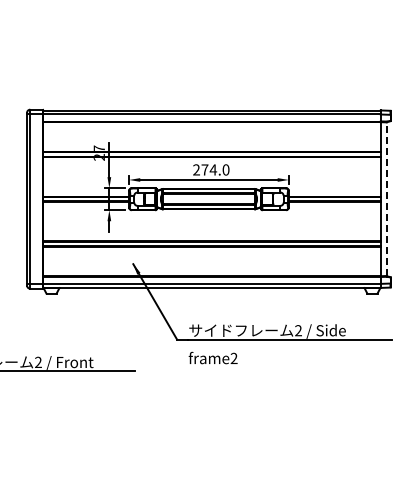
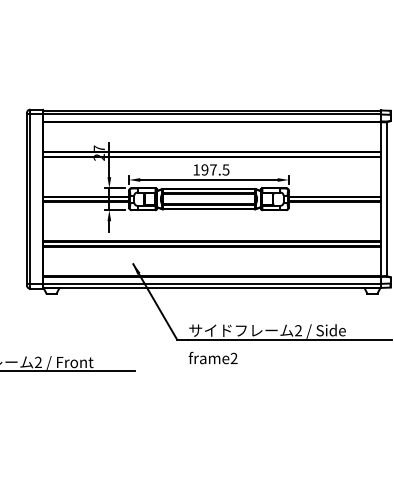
text at (211, 169): 274.0 -> 197.5
line at (386, 199): dashed -> solid
